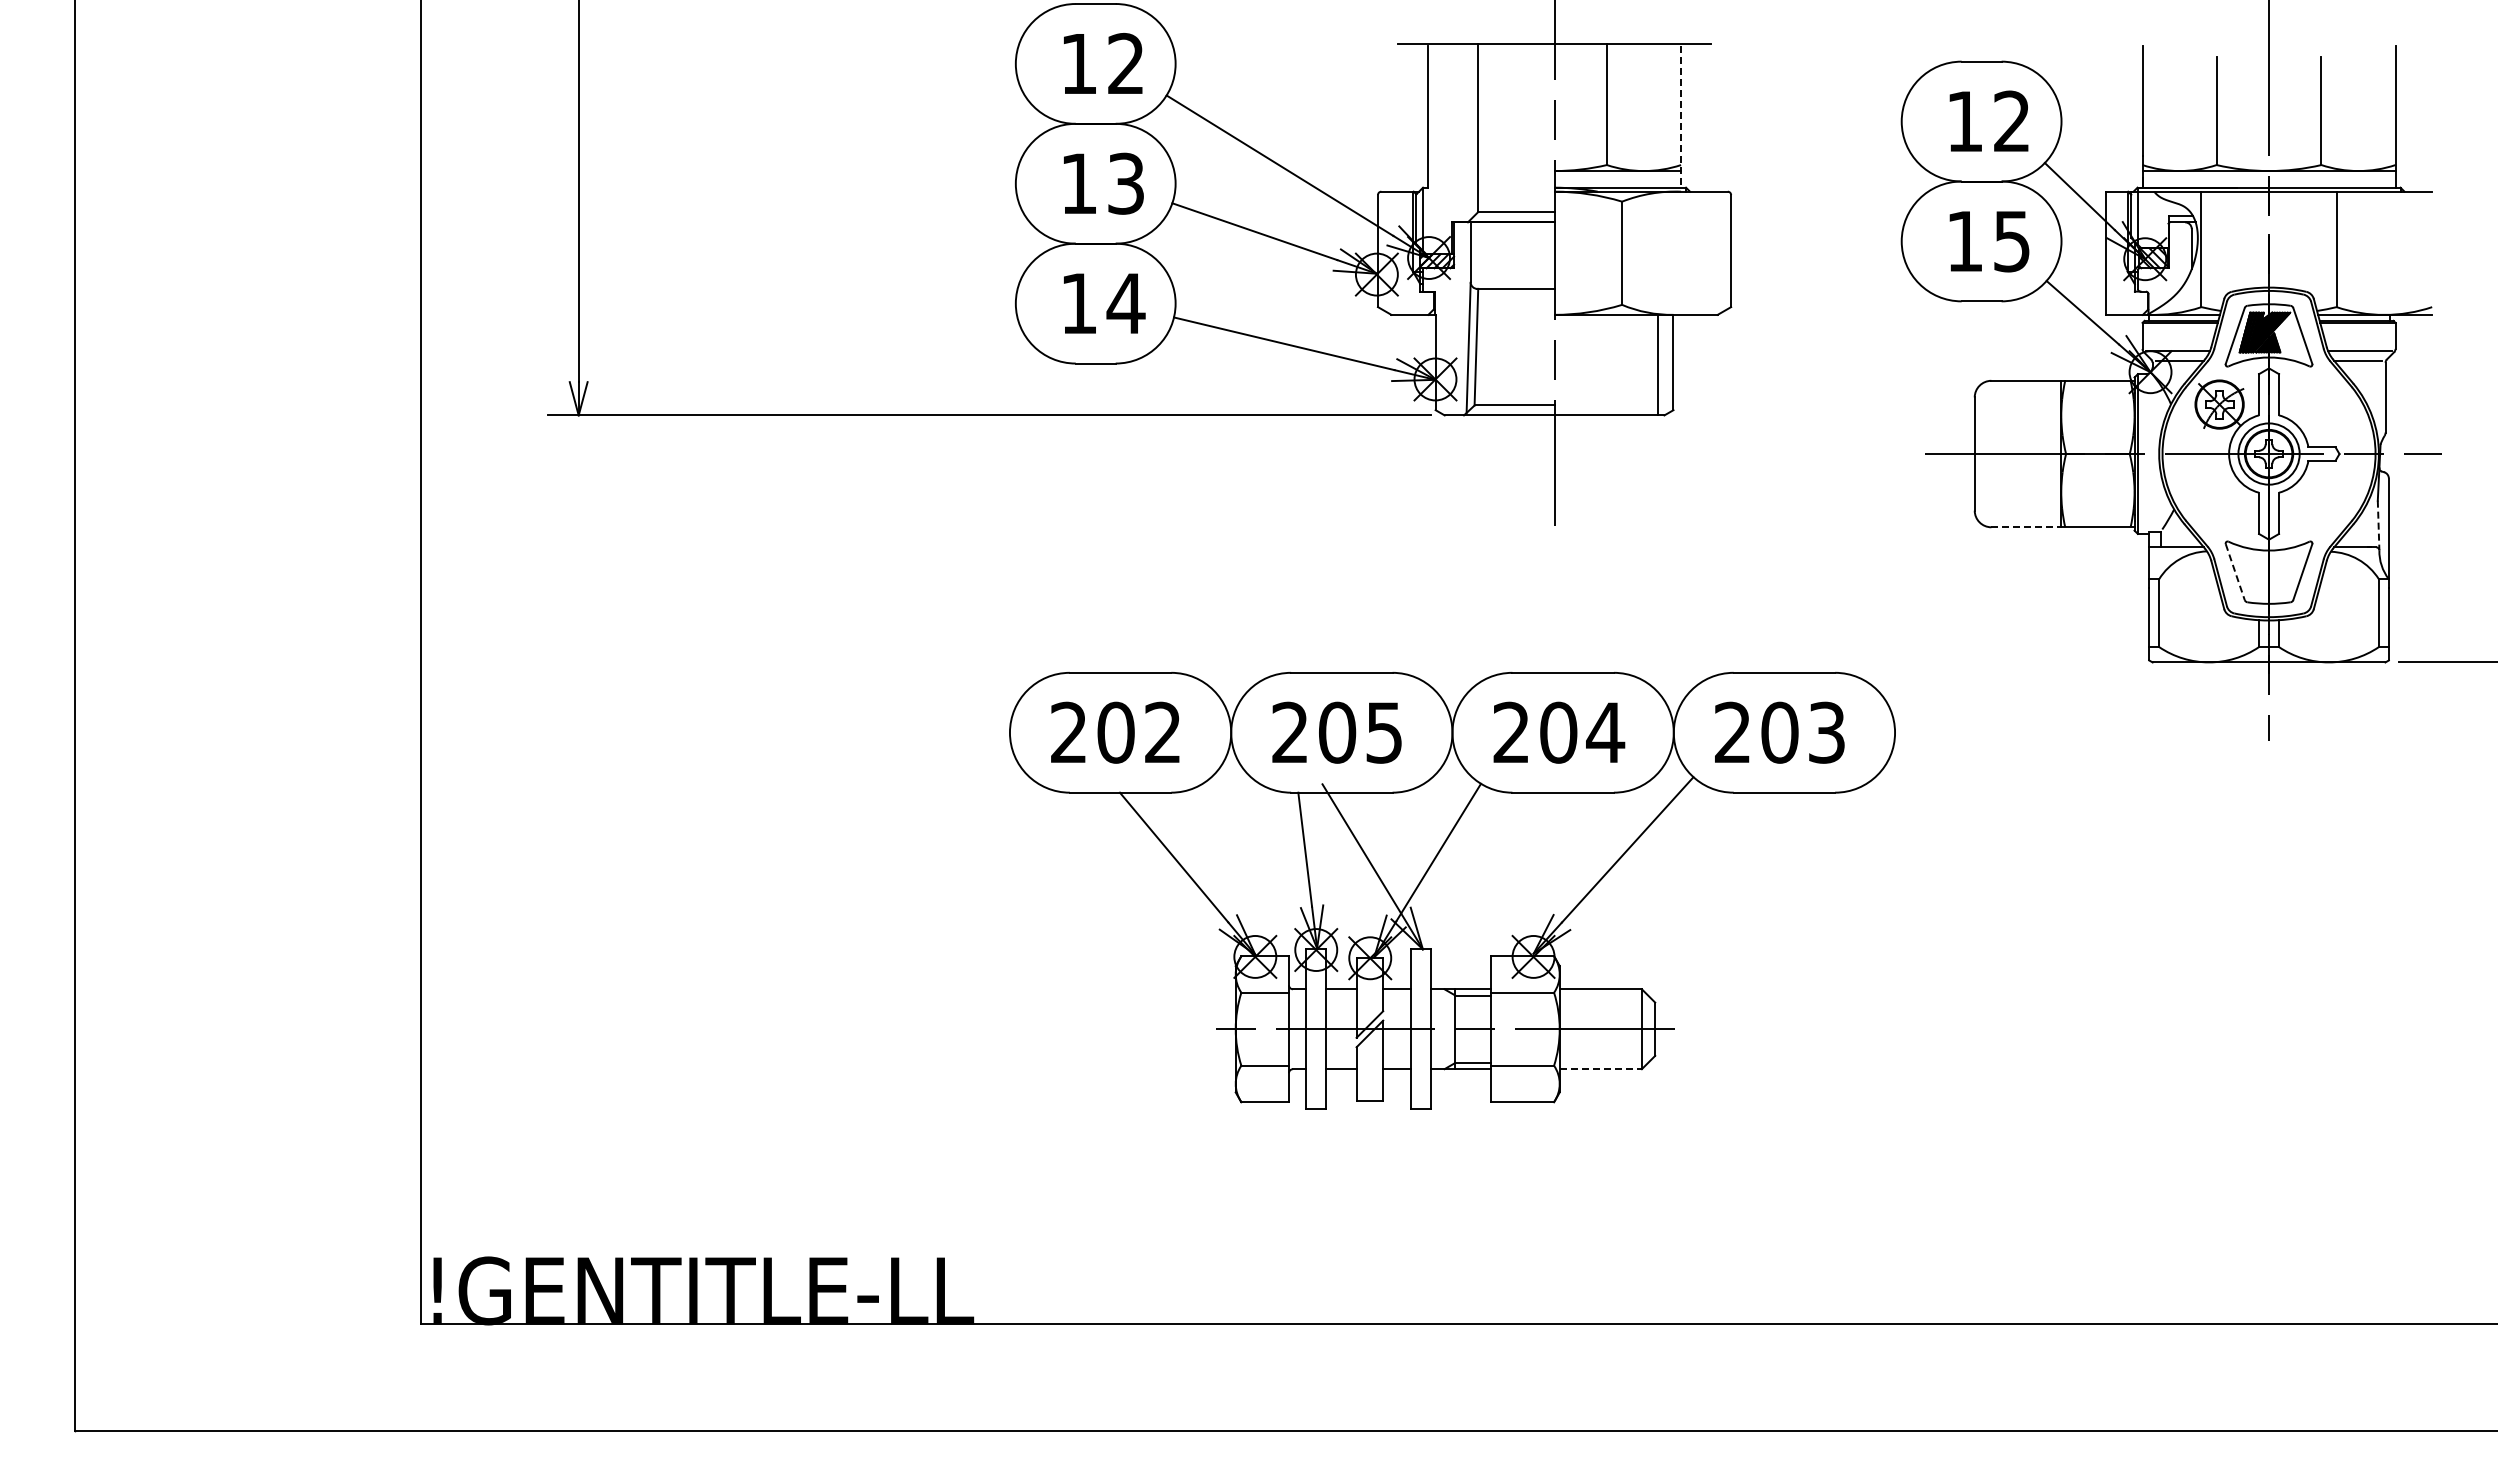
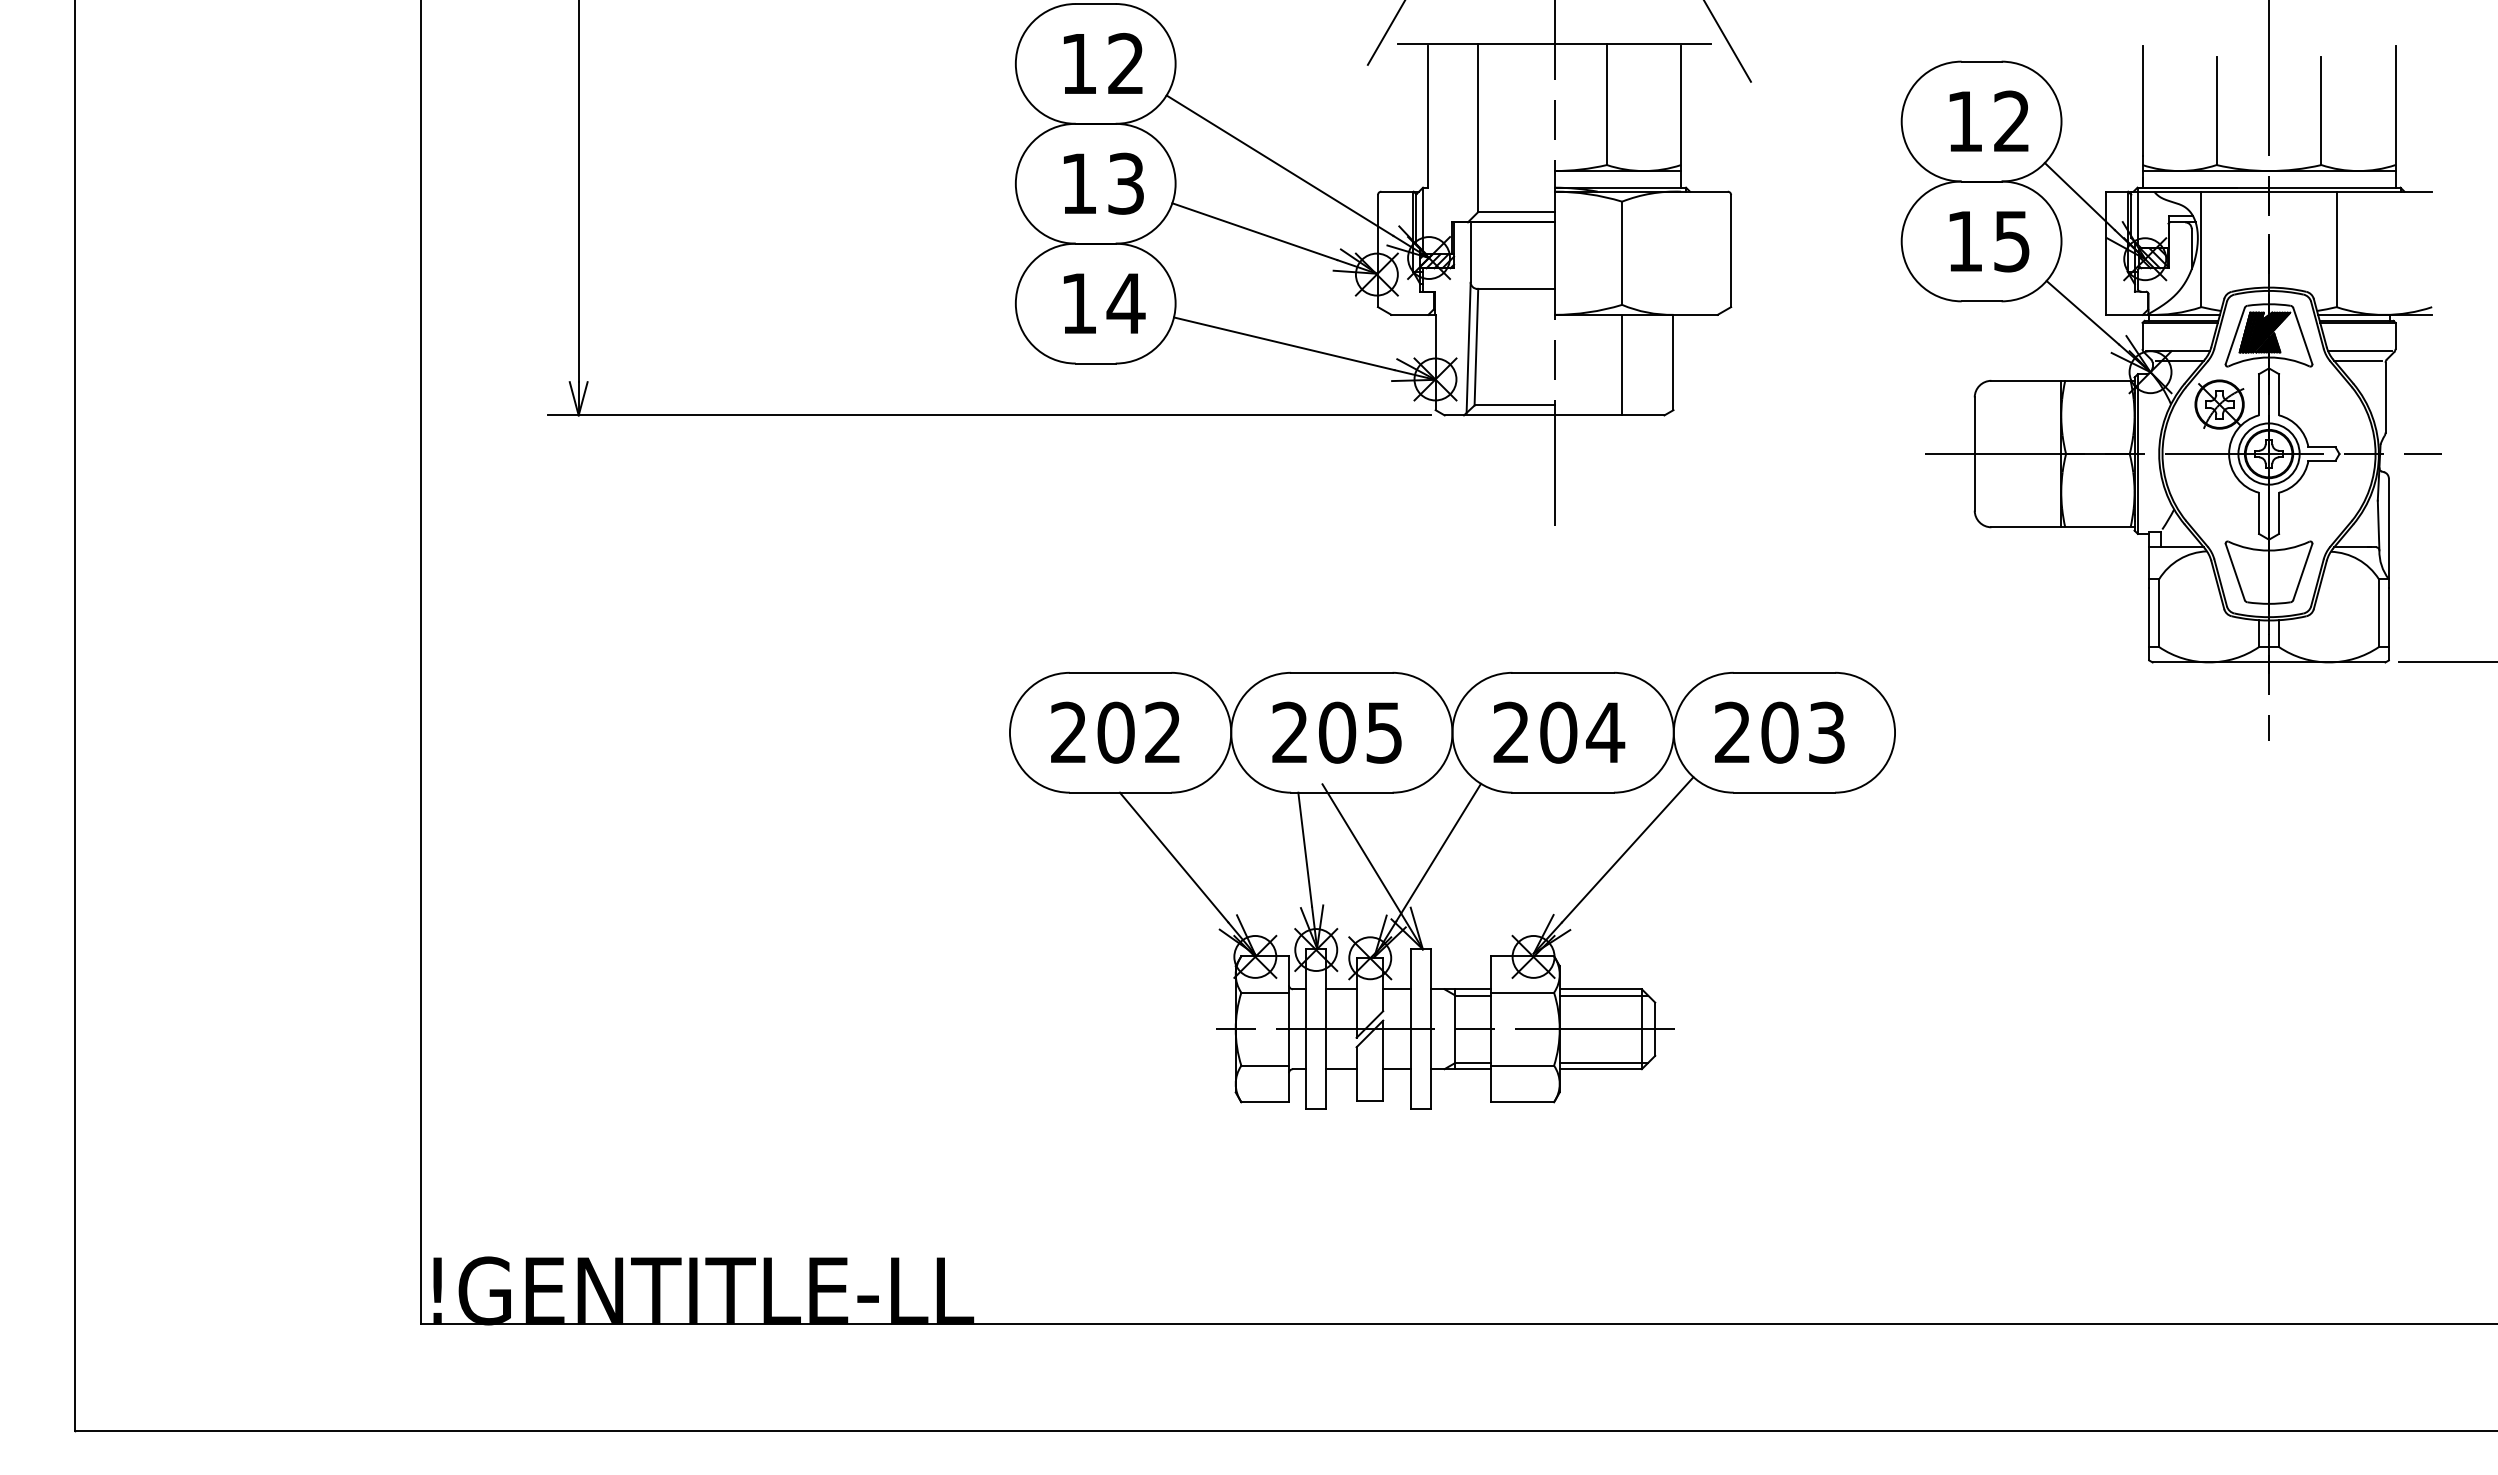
line at (1385, 33): none -> present
line at (1728, 42): none -> present
line at (1681, 117): dashed -> solid
line at (1658, 365) position: (1658, 365) -> (1622, 365)
line at (2378, 525): dashed -> solid
line at (2026, 527): dashed -> solid
line at (2235, 572): dashed -> solid
line at (1603, 995): none -> present
line at (1603, 1062): none -> present
line at (1601, 1069): dashed -> solid
